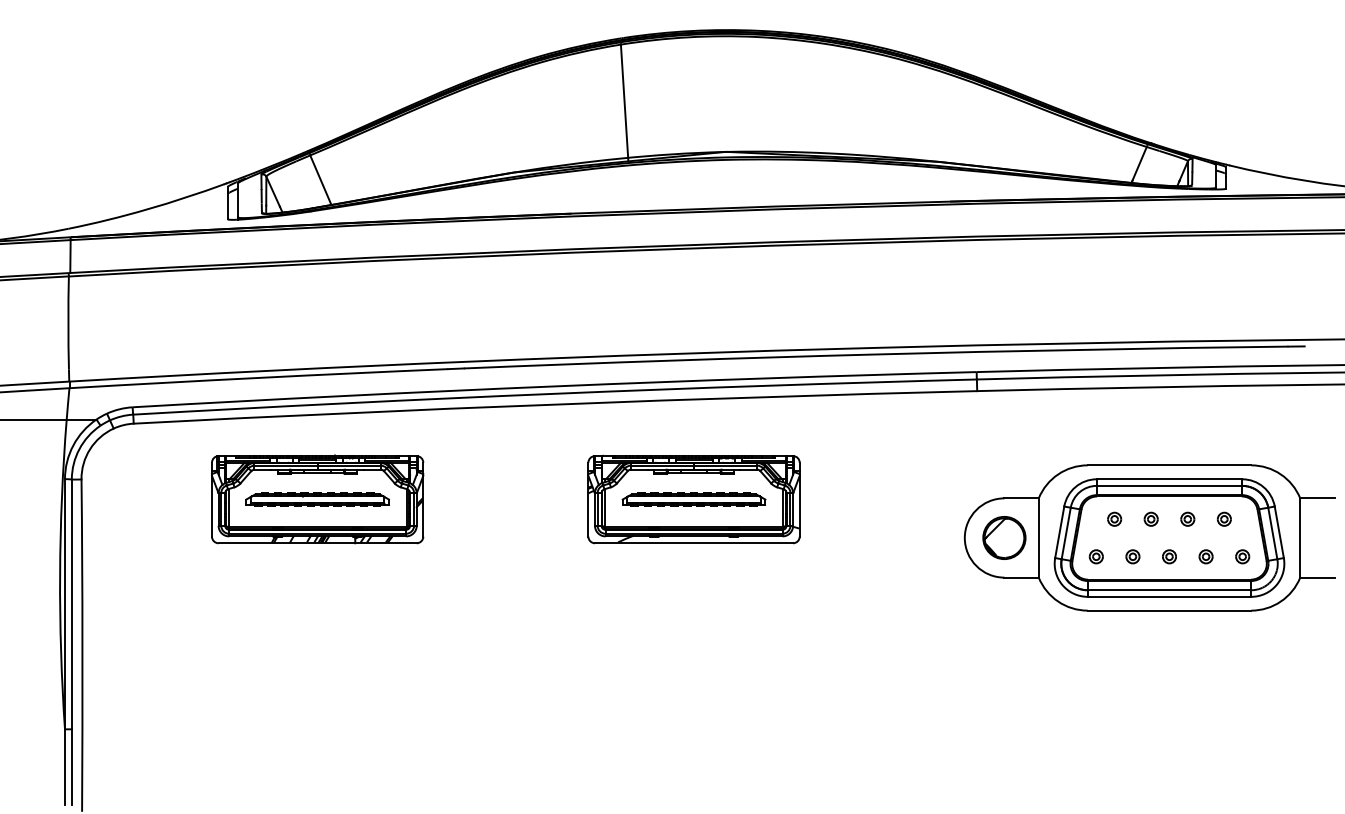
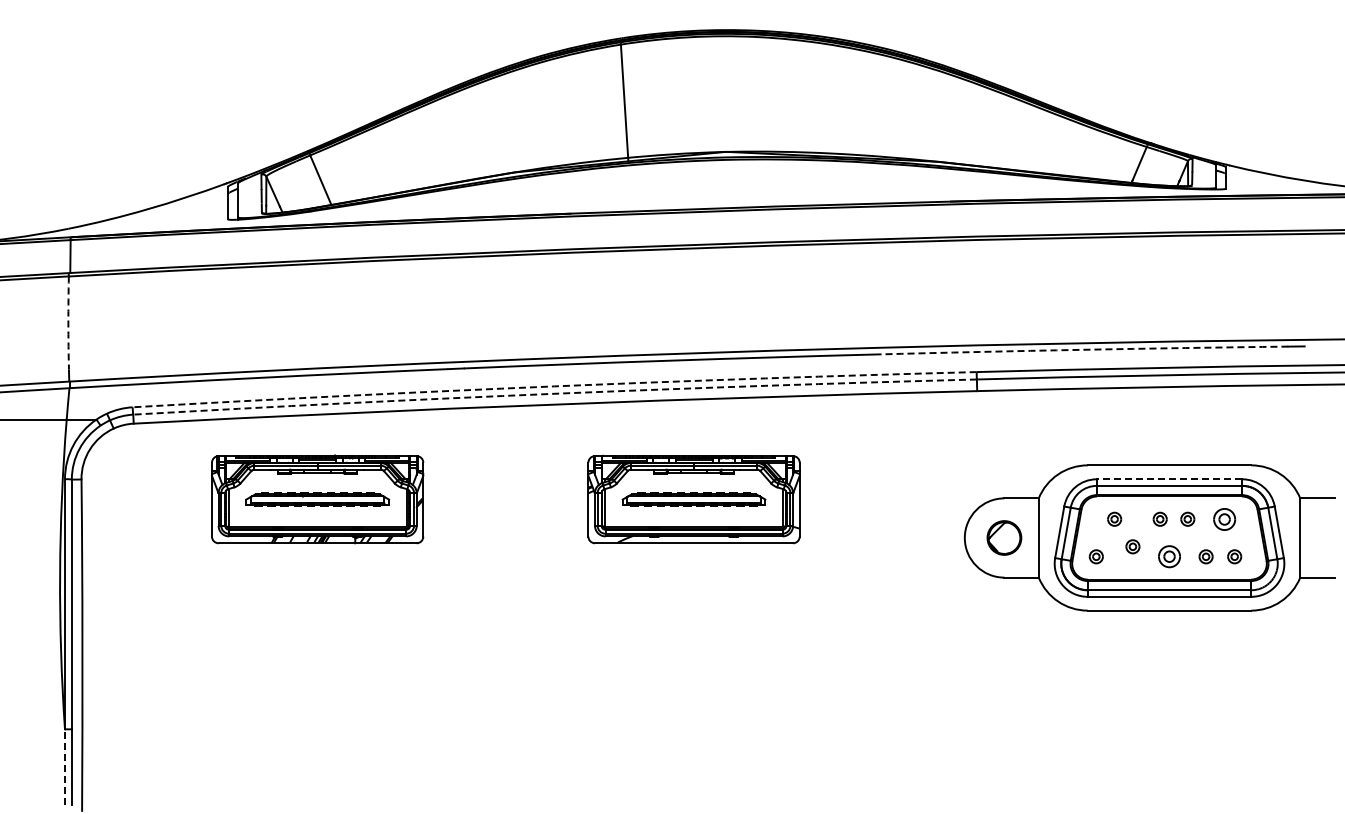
arc at (68, 323): solid -> dashed
arc at (1082, 349): solid -> dashed
arc at (554, 386): solid -> dashed
arc at (554, 393): solid -> dashed
line at (1169, 479): solid -> dashed
part at (1150, 518) position: (1150, 518) -> (1159, 518)
part at (1223, 518) size: 16x16 px -> 24x23 px
part at (1004, 537) size: 45x44 px -> 37x36 px
part at (1132, 556) position: (1132, 556) -> (1132, 546)
part at (1169, 556) size: 15x16 px -> 23x24 px
part at (1242, 556) position: (1242, 556) -> (1234, 556)
line at (64, 766): solid -> dashed
